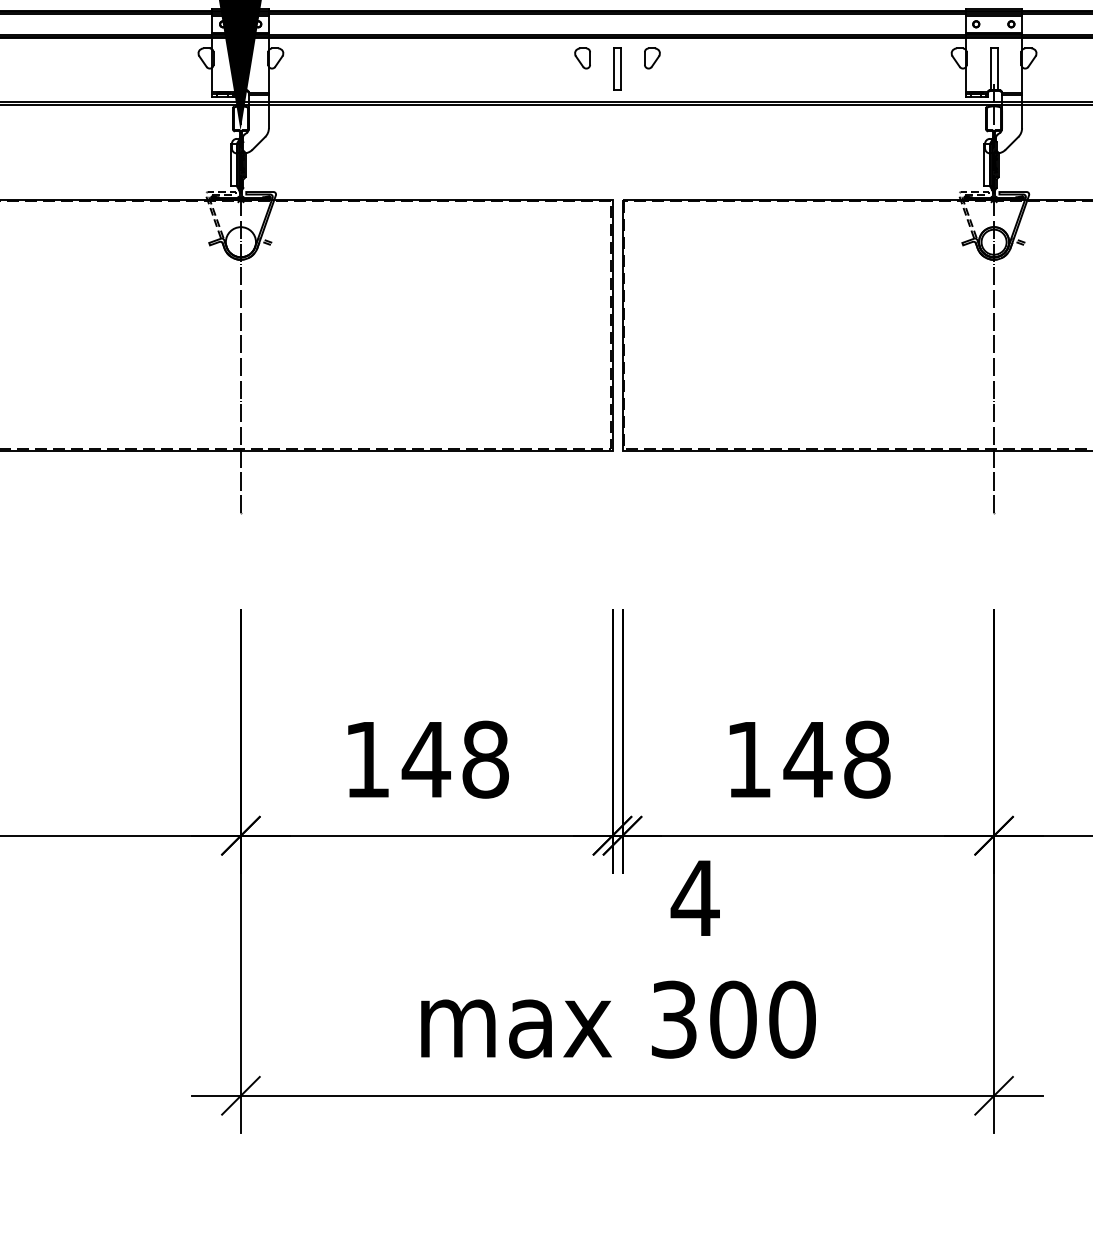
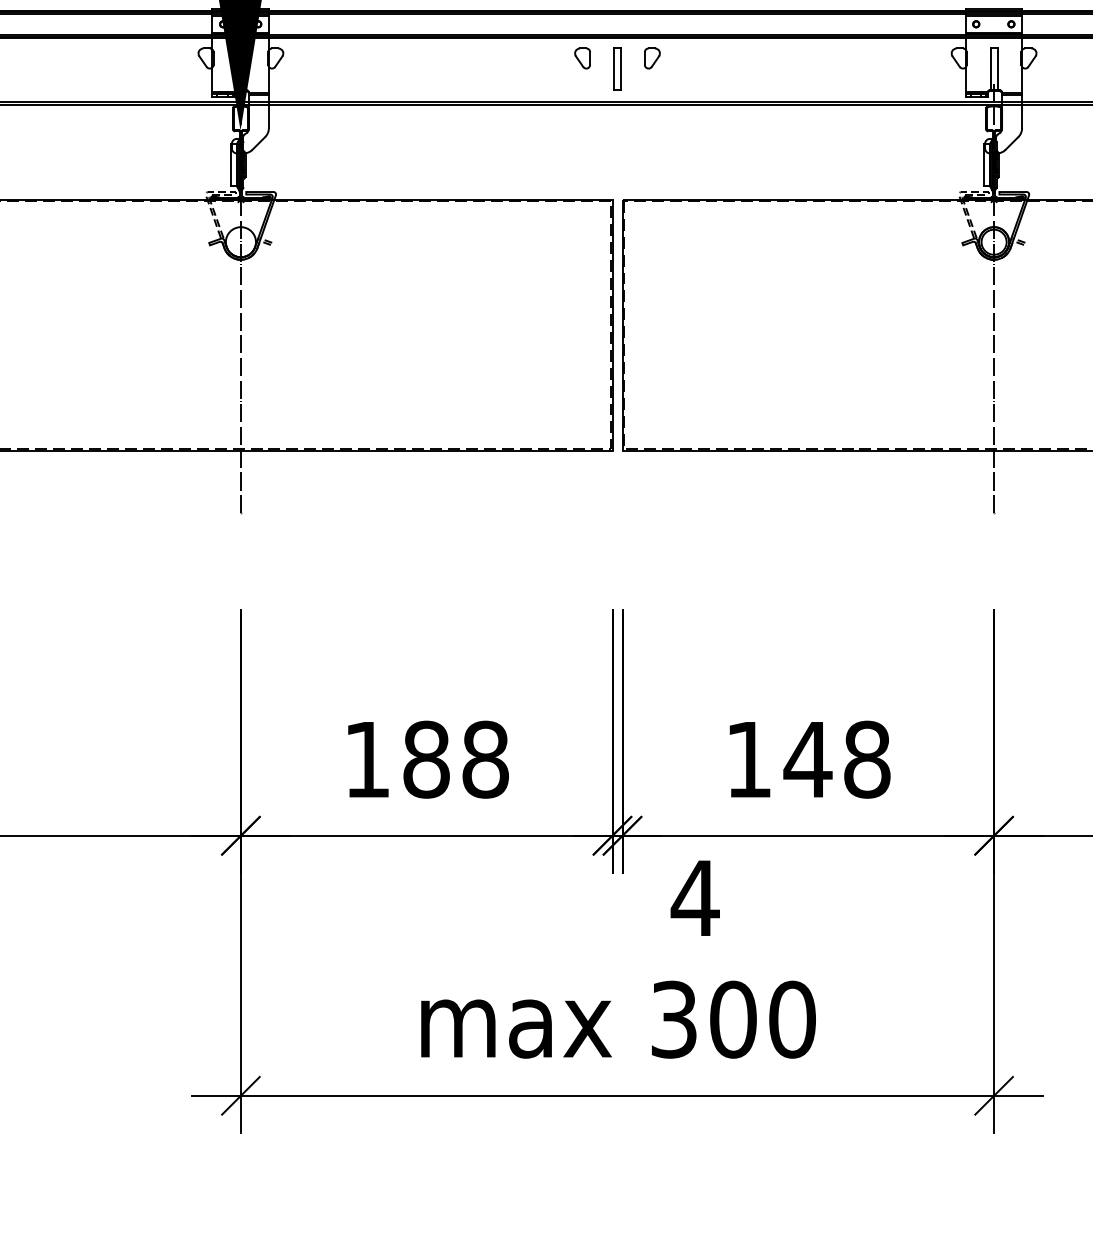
text at (425, 759): 148 -> 188
